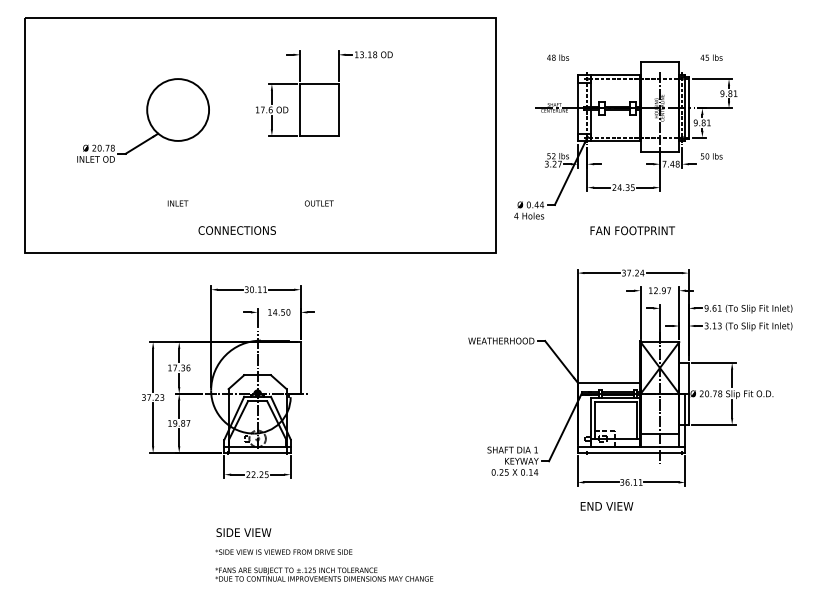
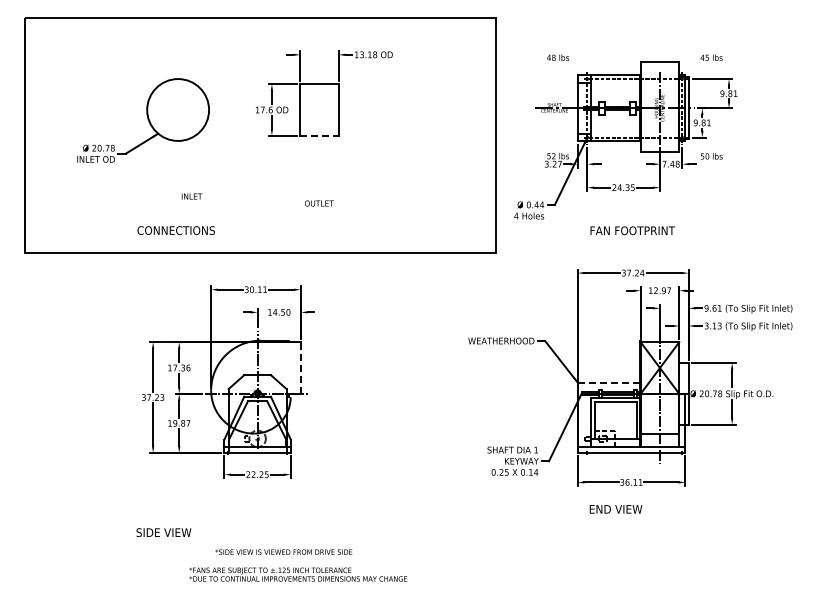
line at (320, 135): solid -> dashed
text at (177, 203) position: (177, 203) -> (191, 196)
text at (236, 230) position: (236, 230) -> (175, 230)
line at (300, 368): solid -> dashed
line at (609, 382): solid -> dashed
text at (606, 506) position: (606, 506) -> (615, 509)
text at (243, 532) position: (243, 532) -> (163, 532)
text at (324, 574) position: (324, 574) -> (298, 574)
